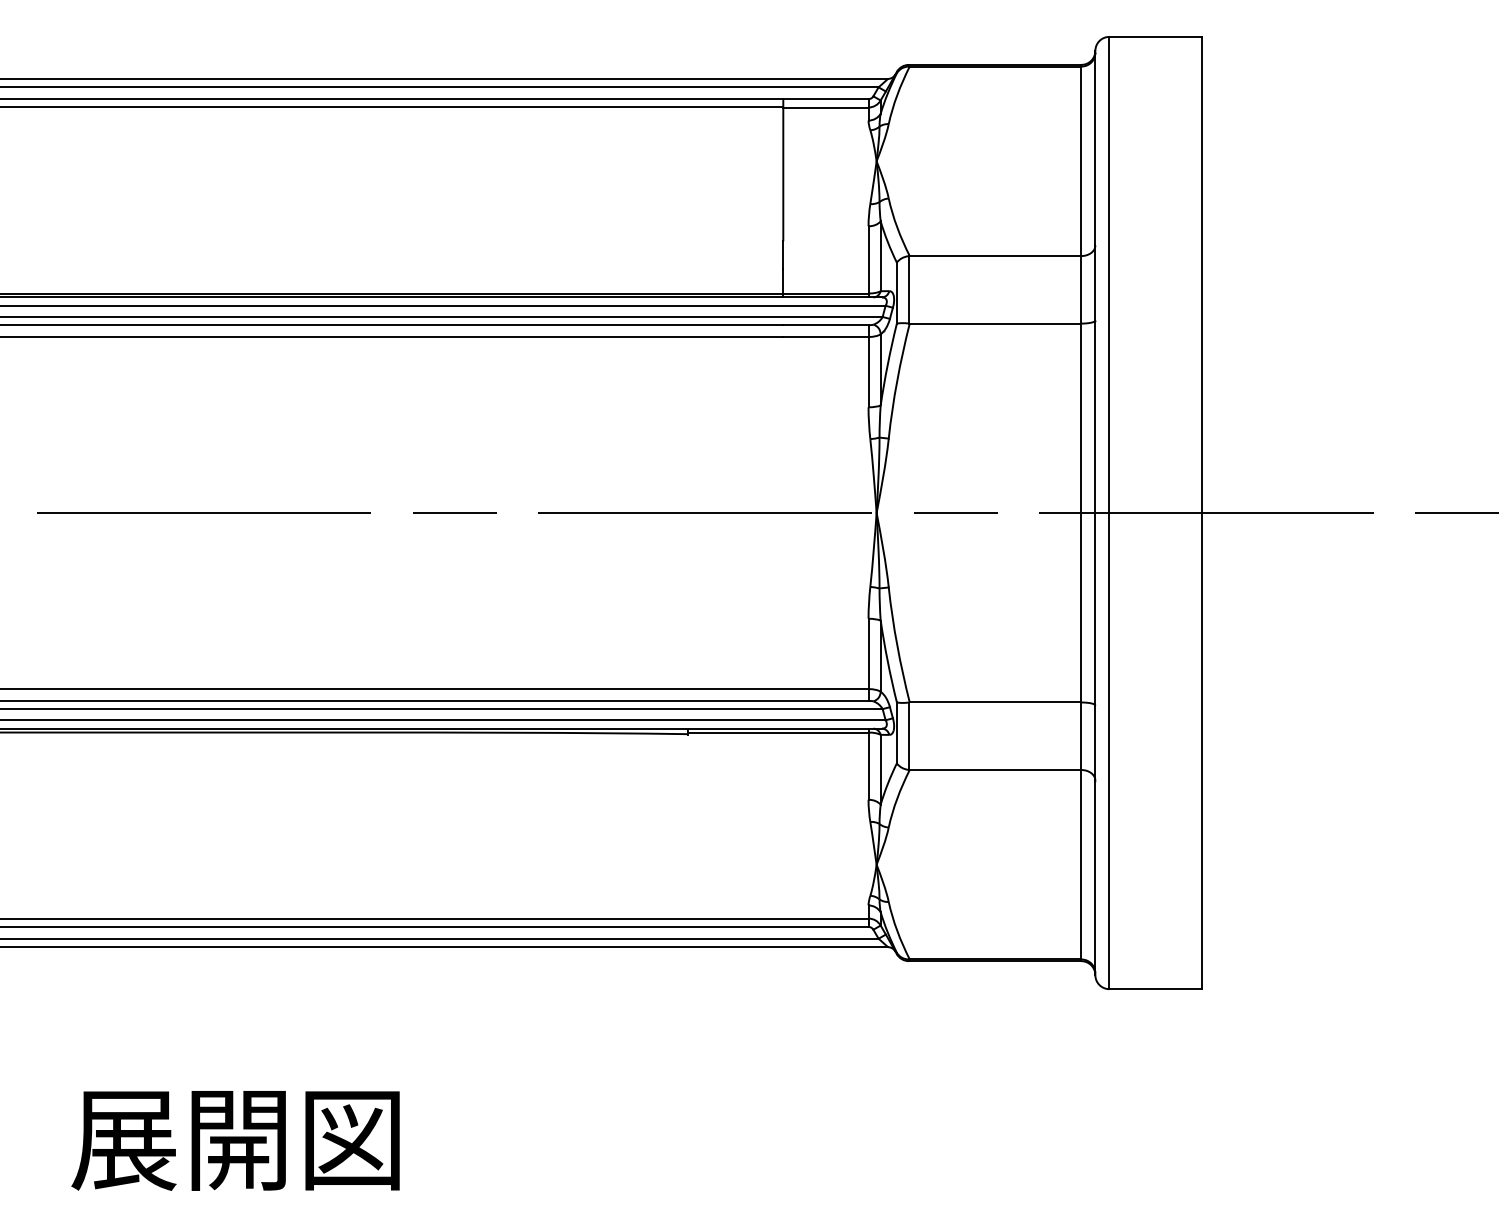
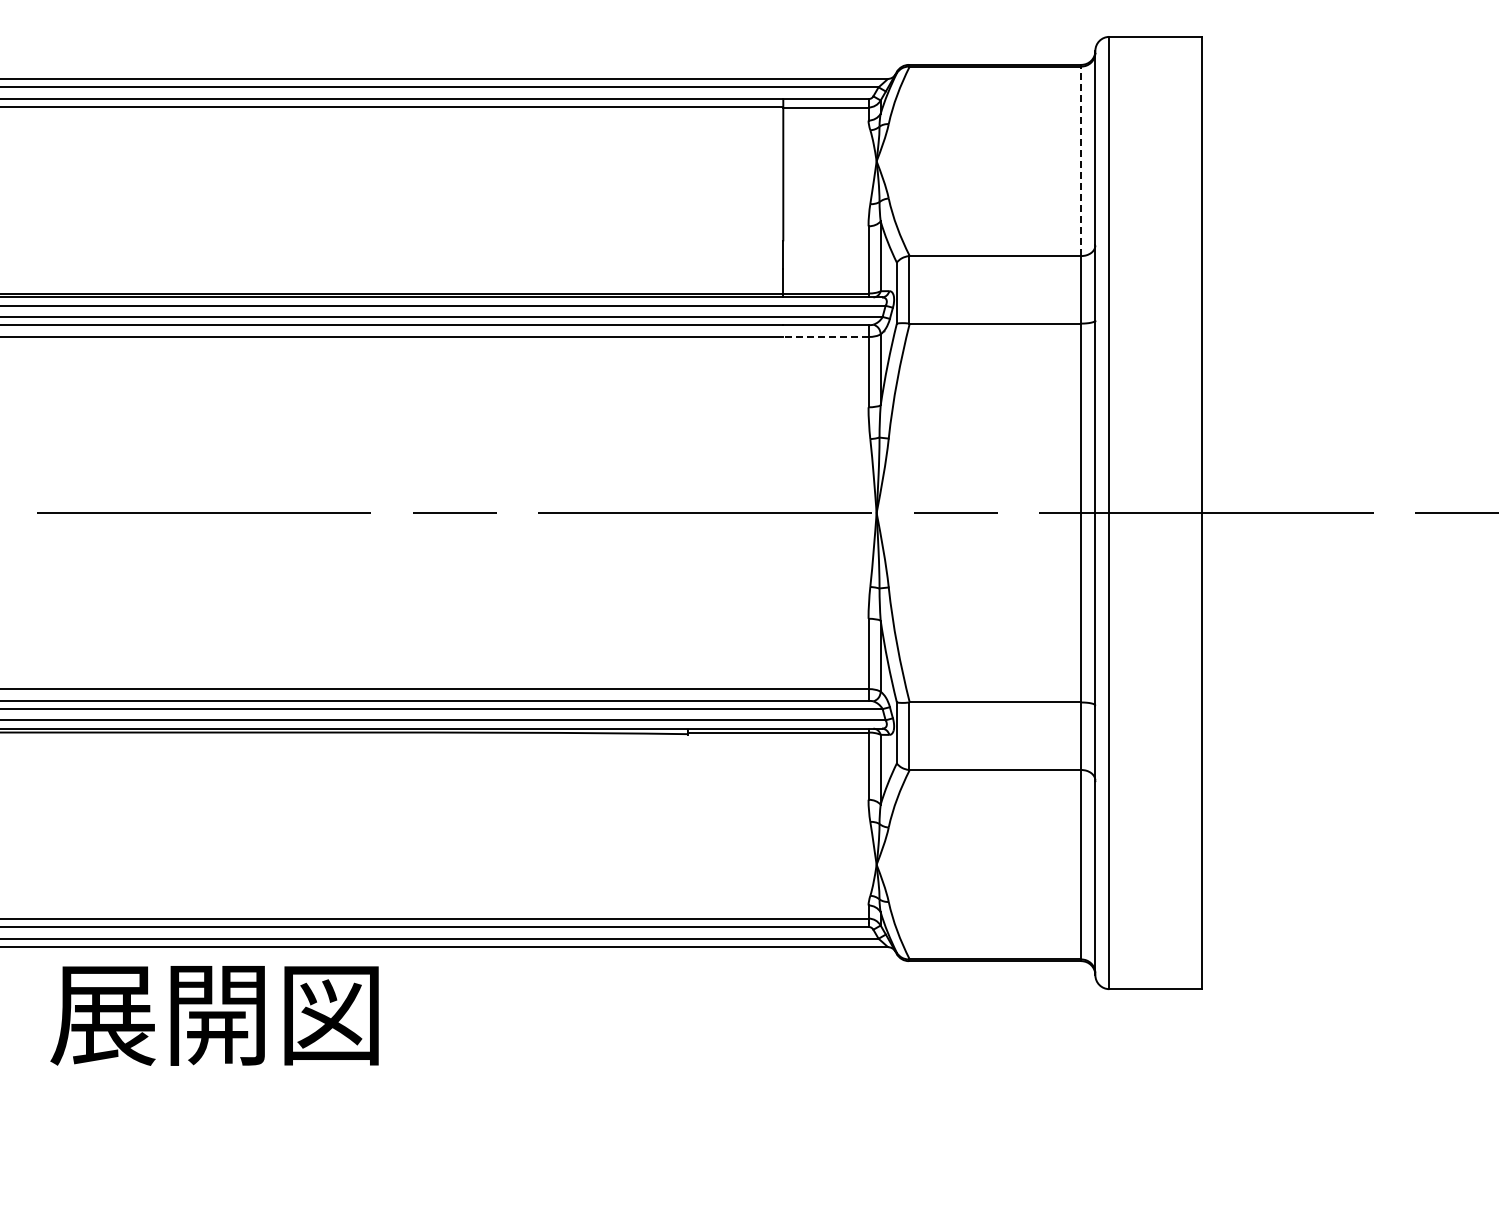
line at (1081, 161): solid -> dashed
line at (825, 336): solid -> dashed
text at (235, 1140) position: (235, 1140) -> (214, 1015)
